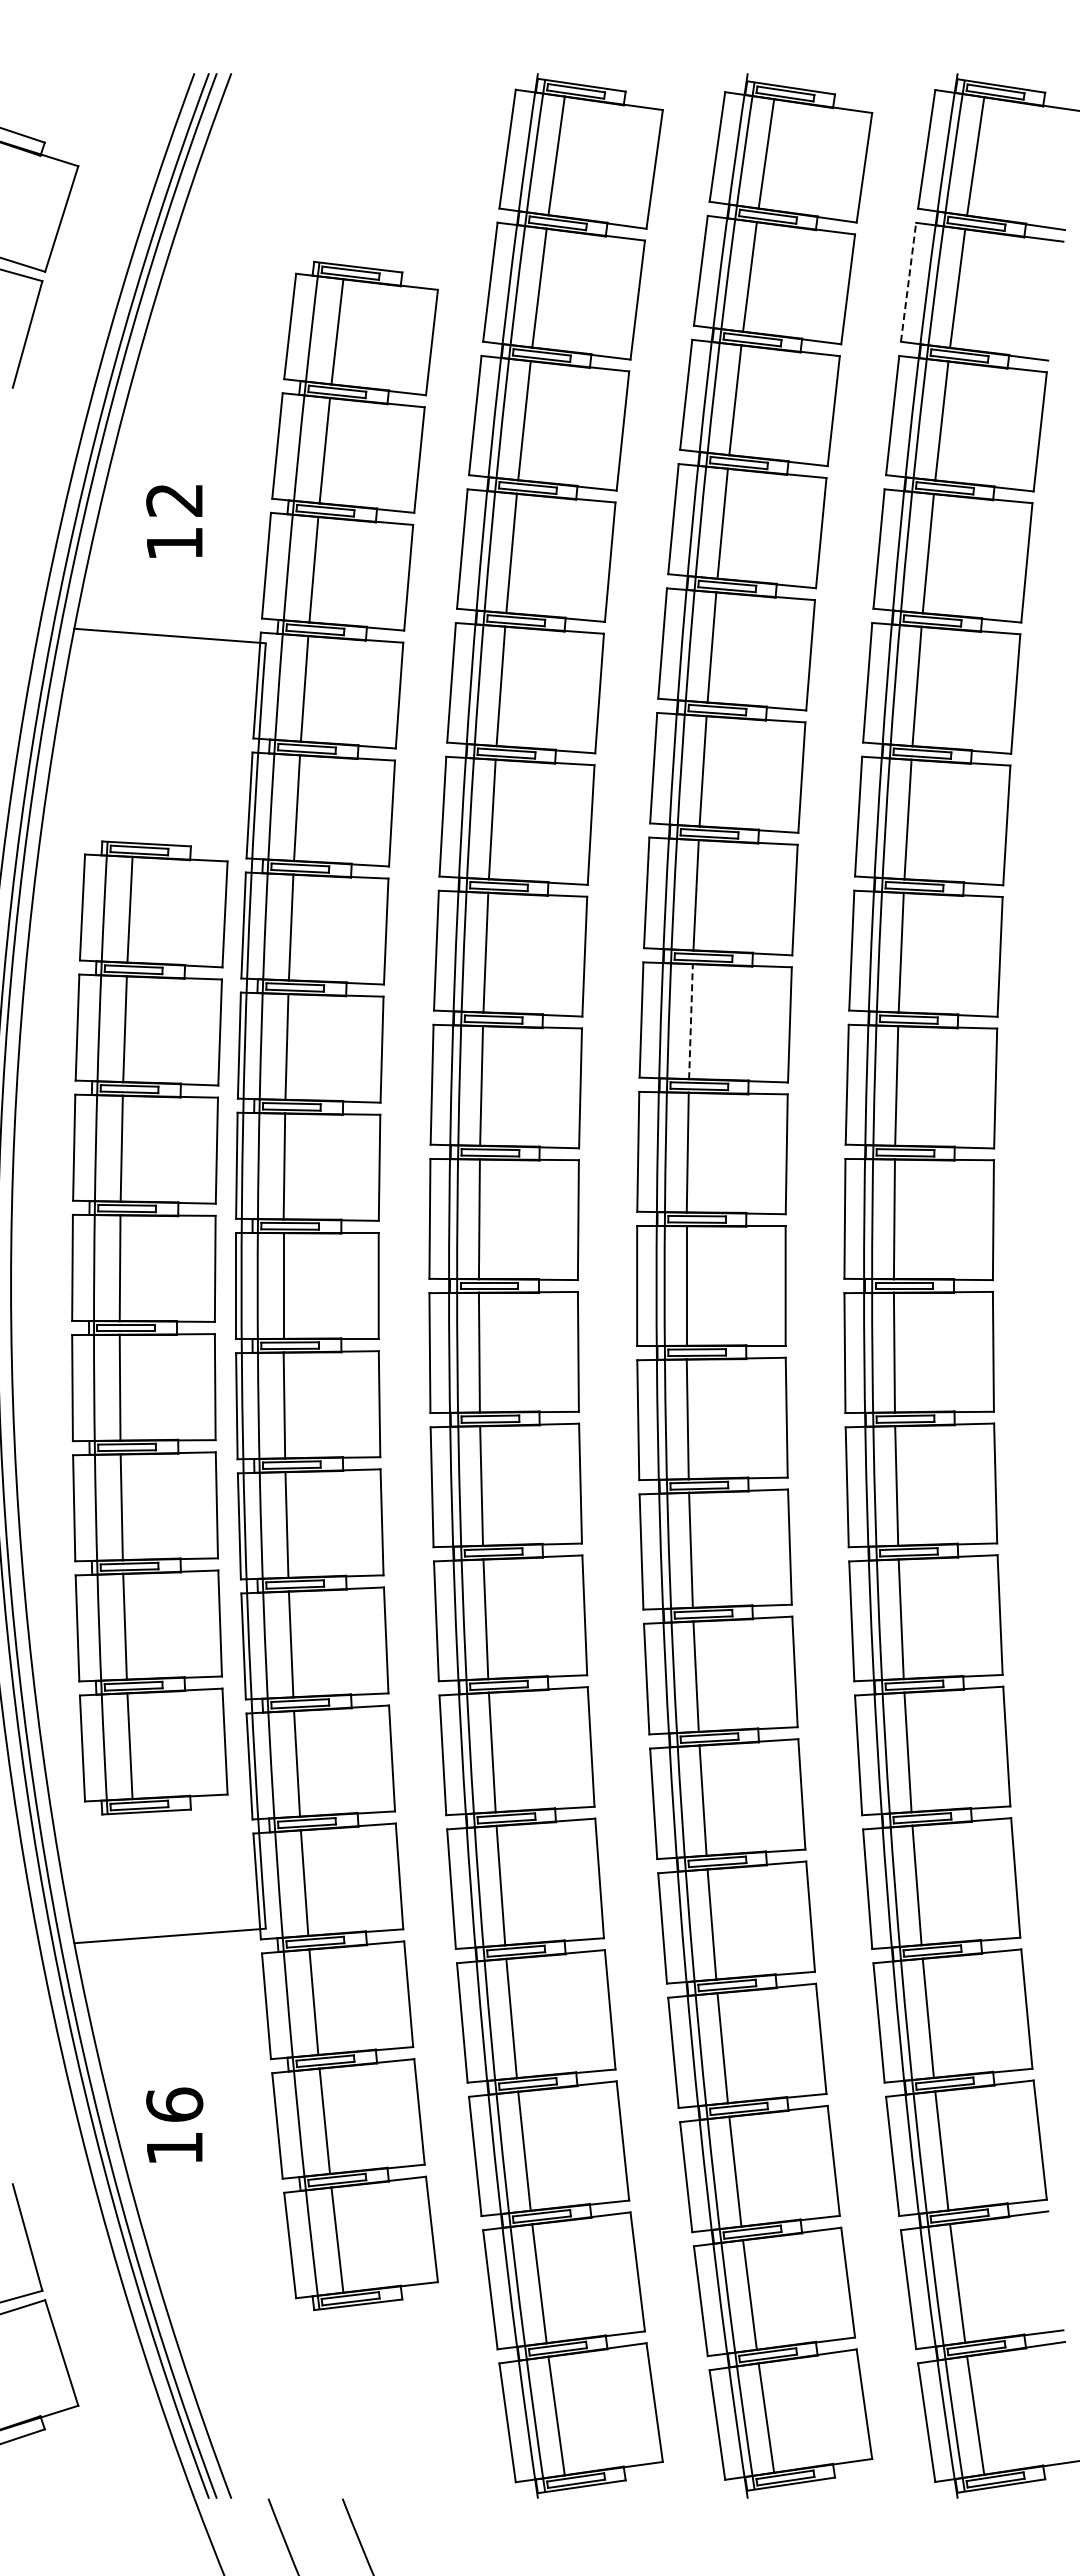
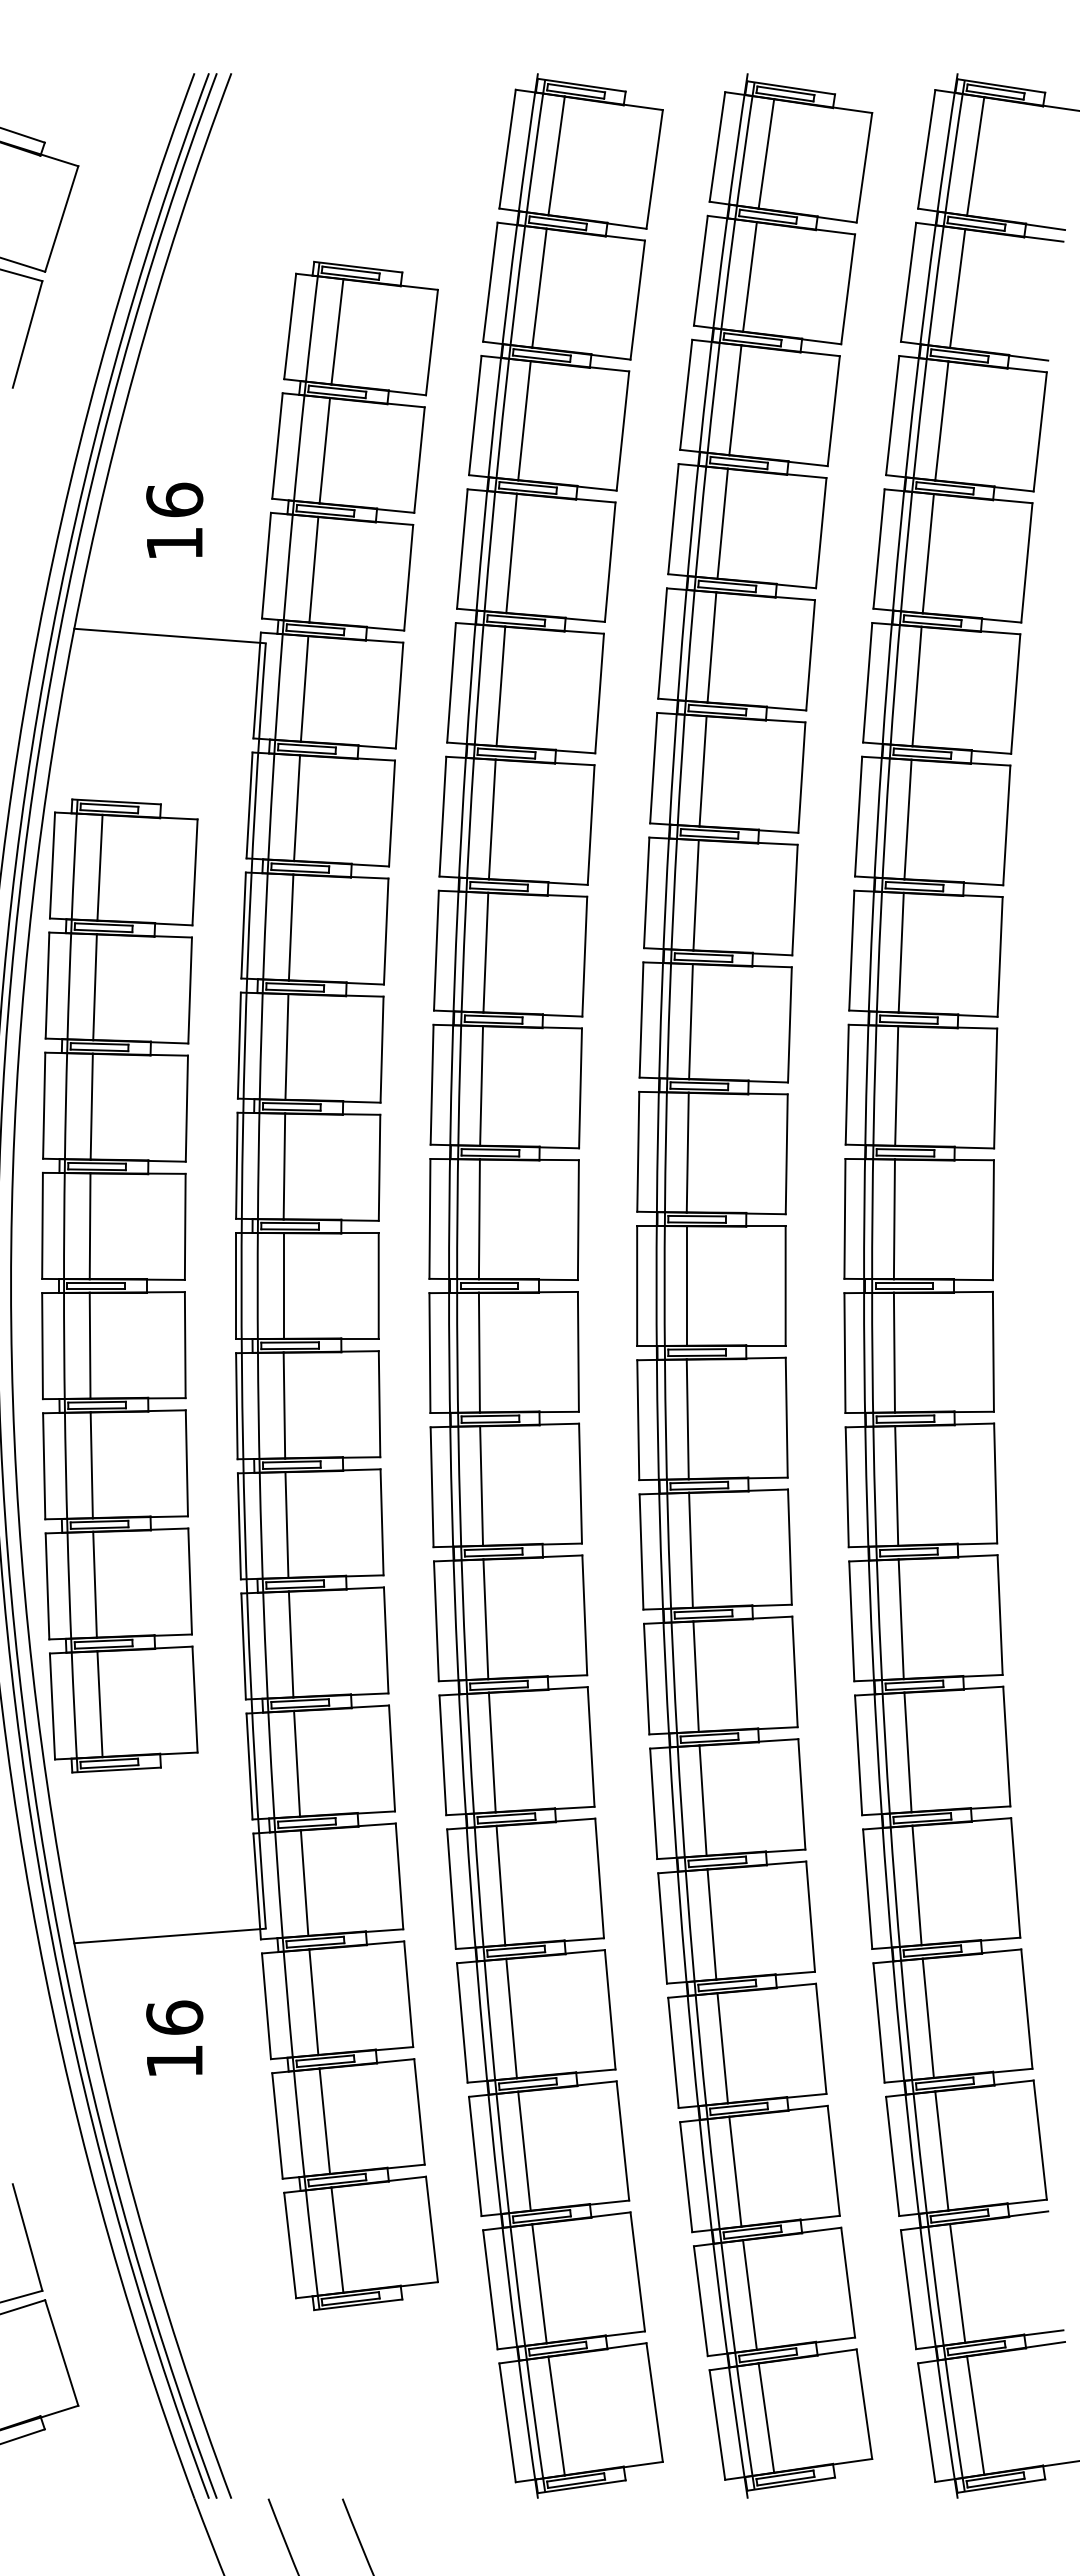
line at (908, 282): dashed -> solid
text at (174, 499): 12 -> 16
line at (690, 1021): dashed -> solid
part at (149, 1327) position: (149, 1327) -> (119, 1285)
text at (174, 2124) position: (174, 2124) -> (174, 2037)
